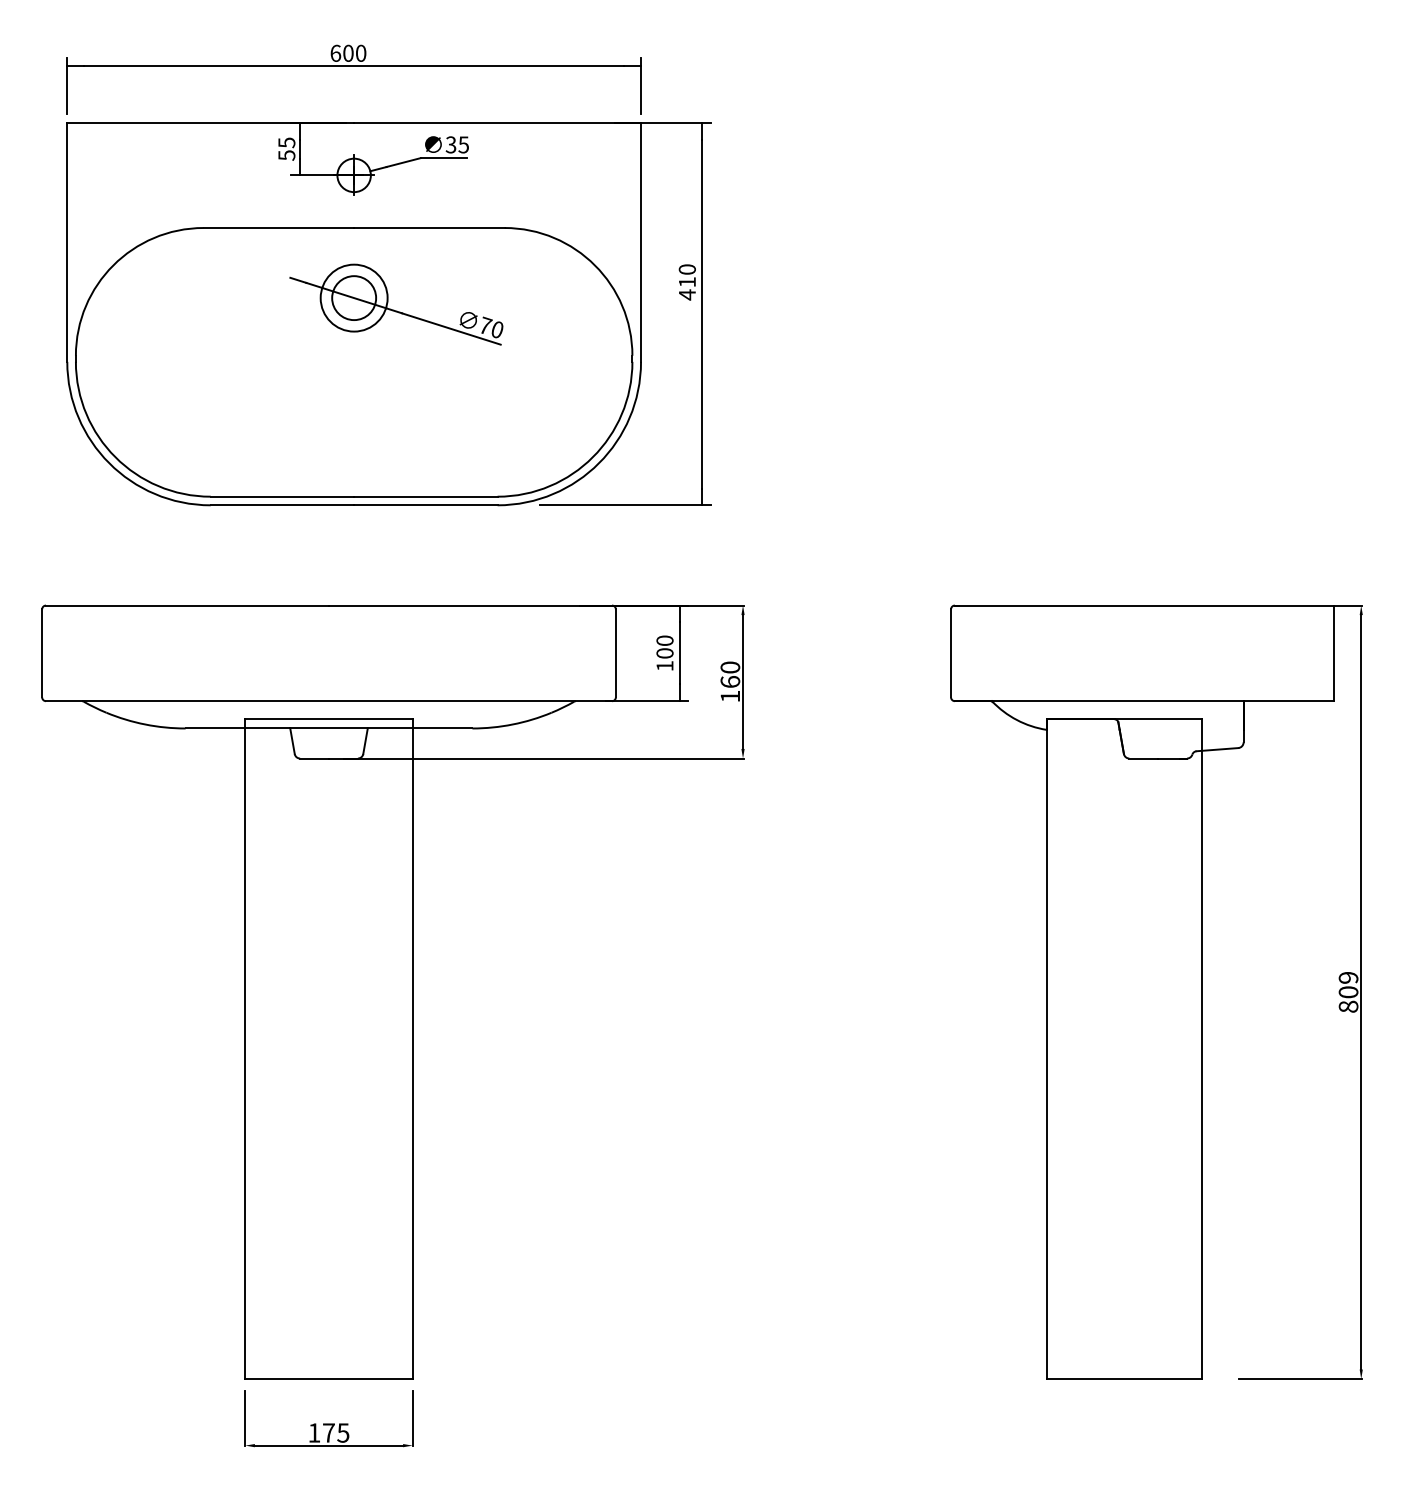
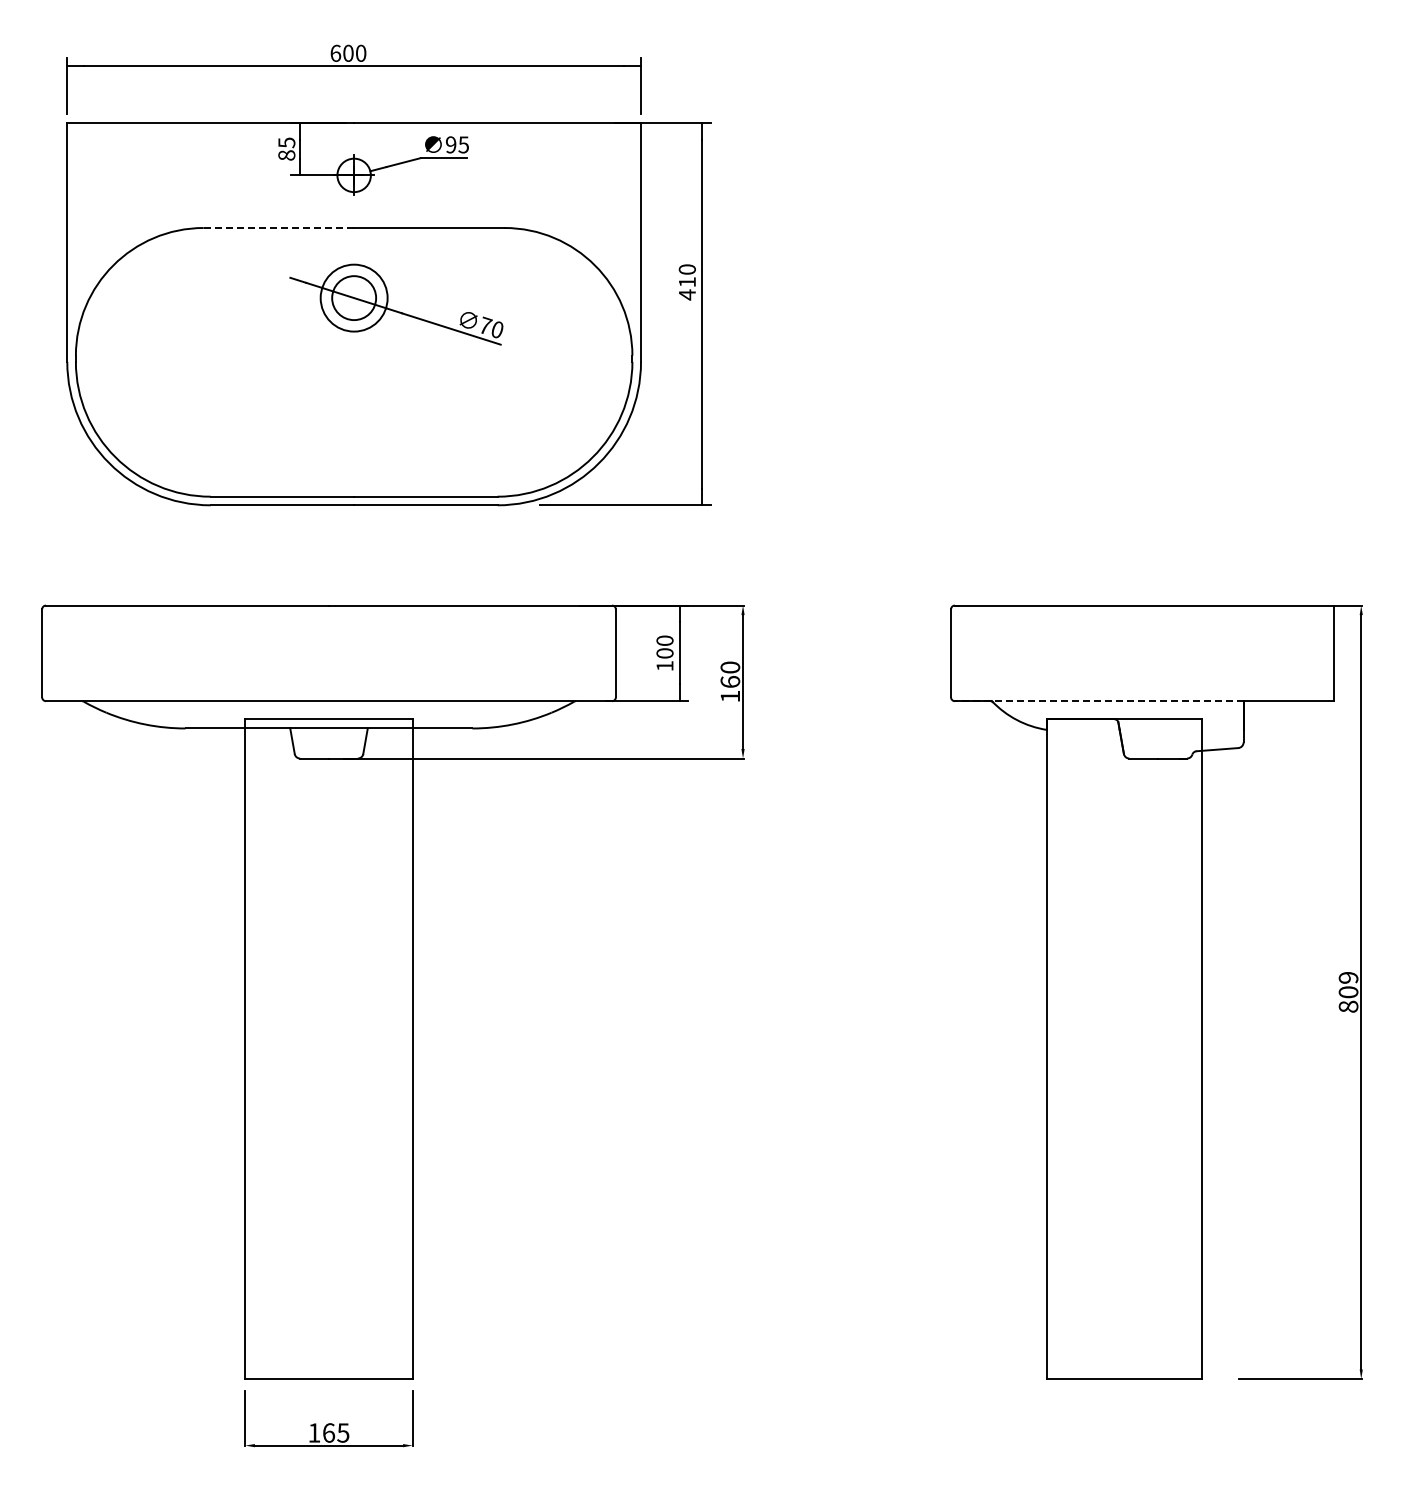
text at (450, 144): 35 -> 95
text at (286, 155): 55 -> 85
line at (279, 228): solid -> dashed
line at (1098, 701): solid -> dashed
text at (329, 1432): 175 -> 165
